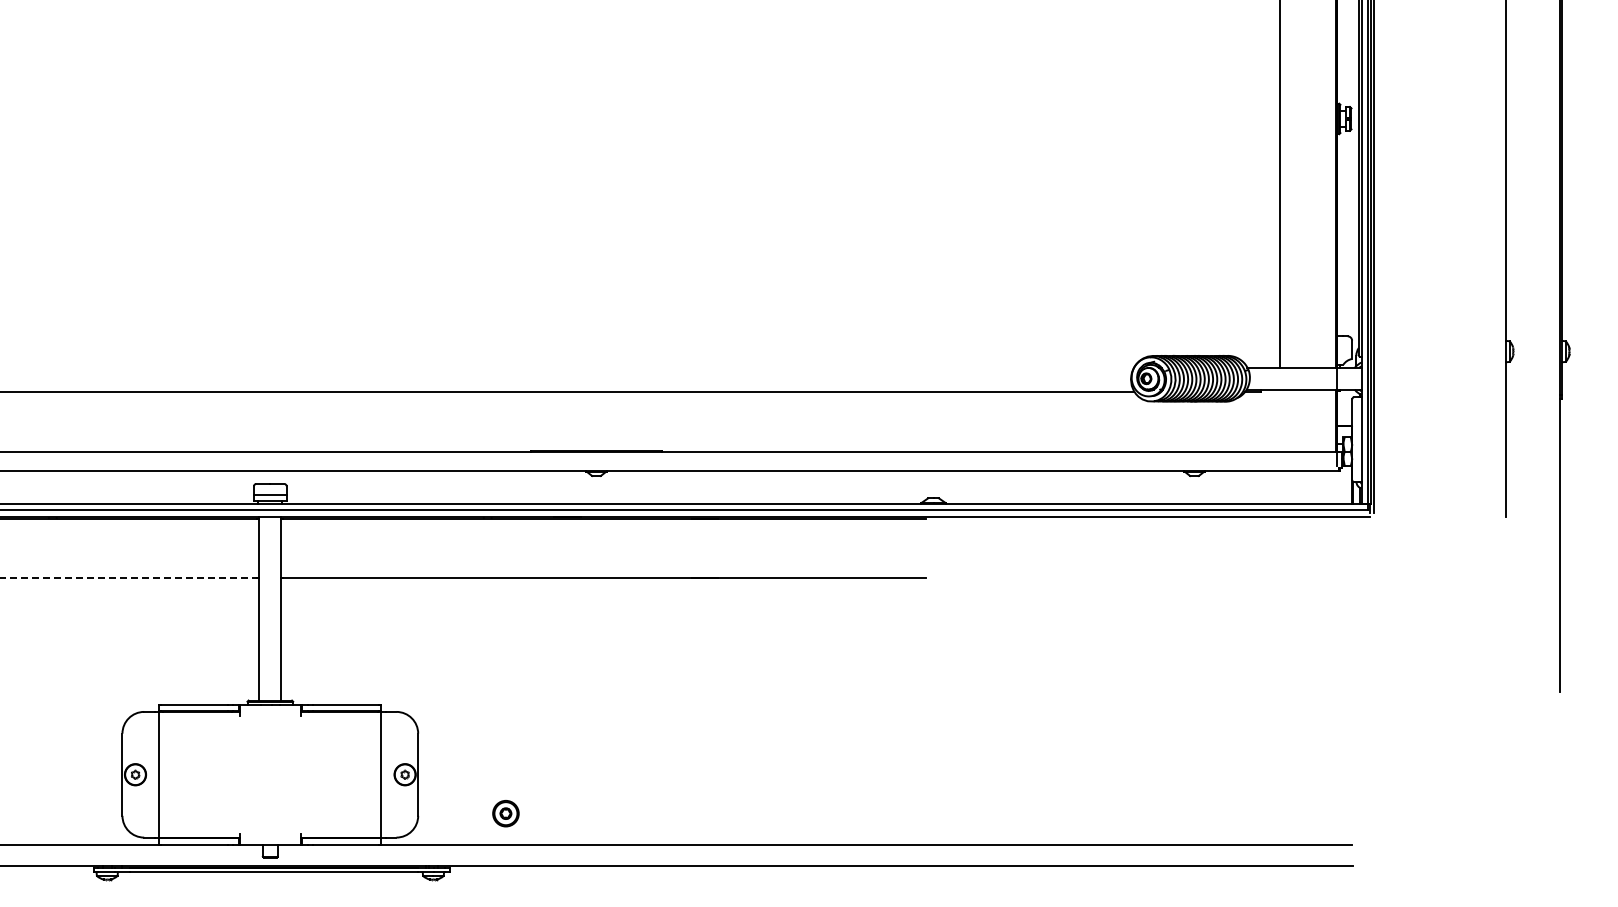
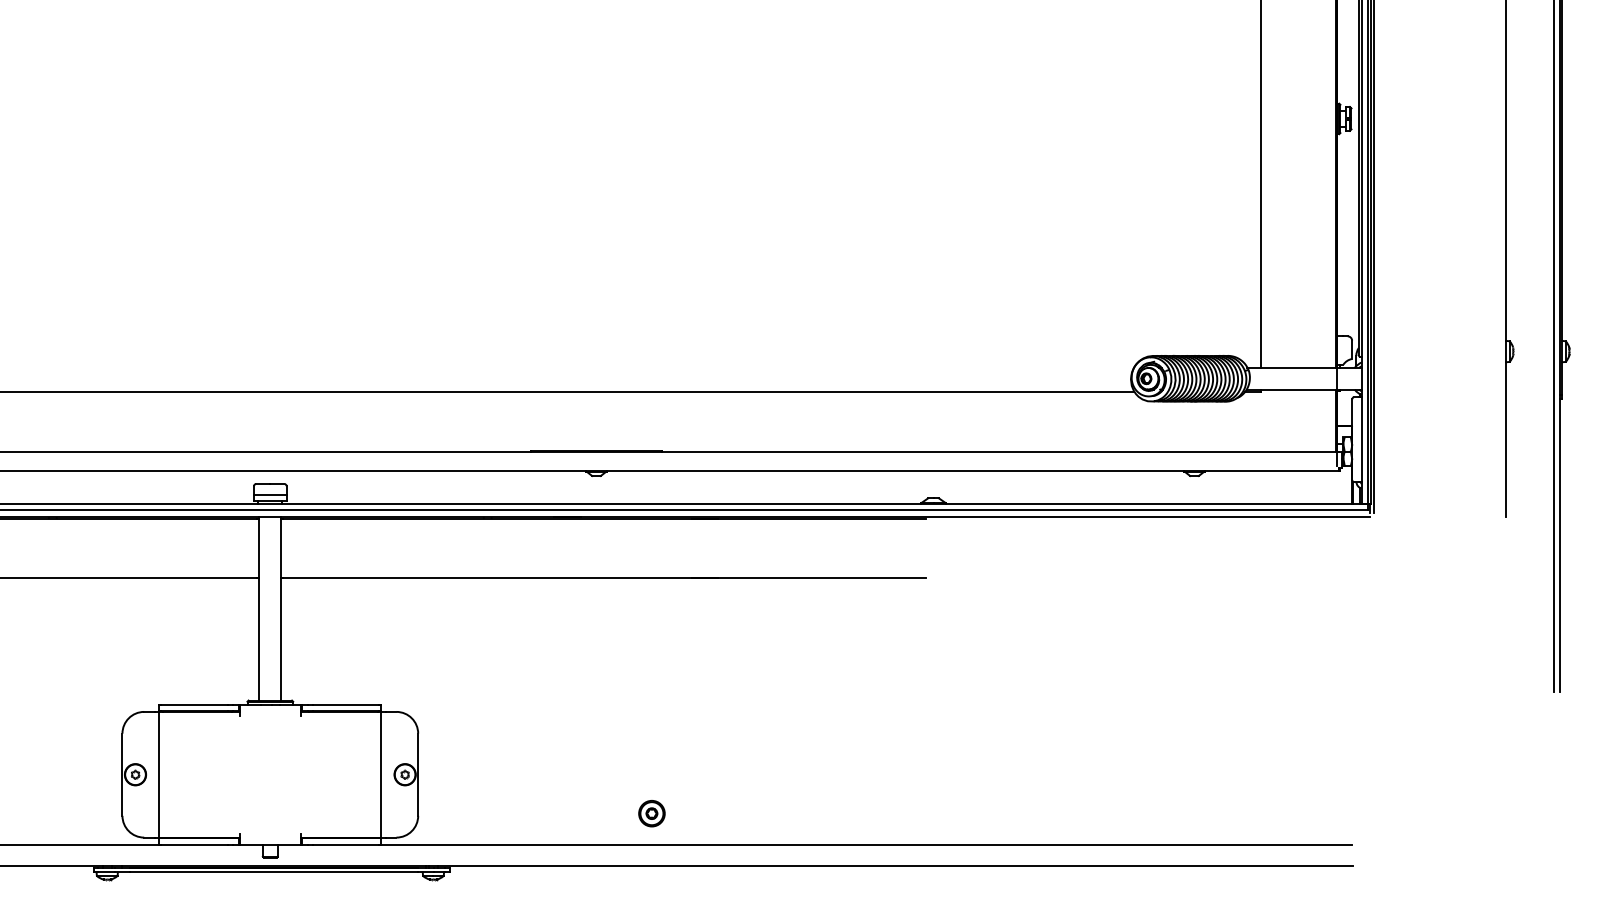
line at (1279, 184) position: (1279, 184) -> (1260, 184)
line at (1553, 346): none -> present
line at (129, 577): dashed -> solid
part at (505, 813) position: (505, 813) -> (651, 813)
